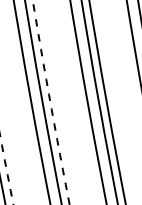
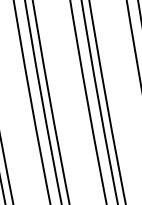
arc at (50, 102): dashed -> solid
arc at (6, 169): dashed -> solid
